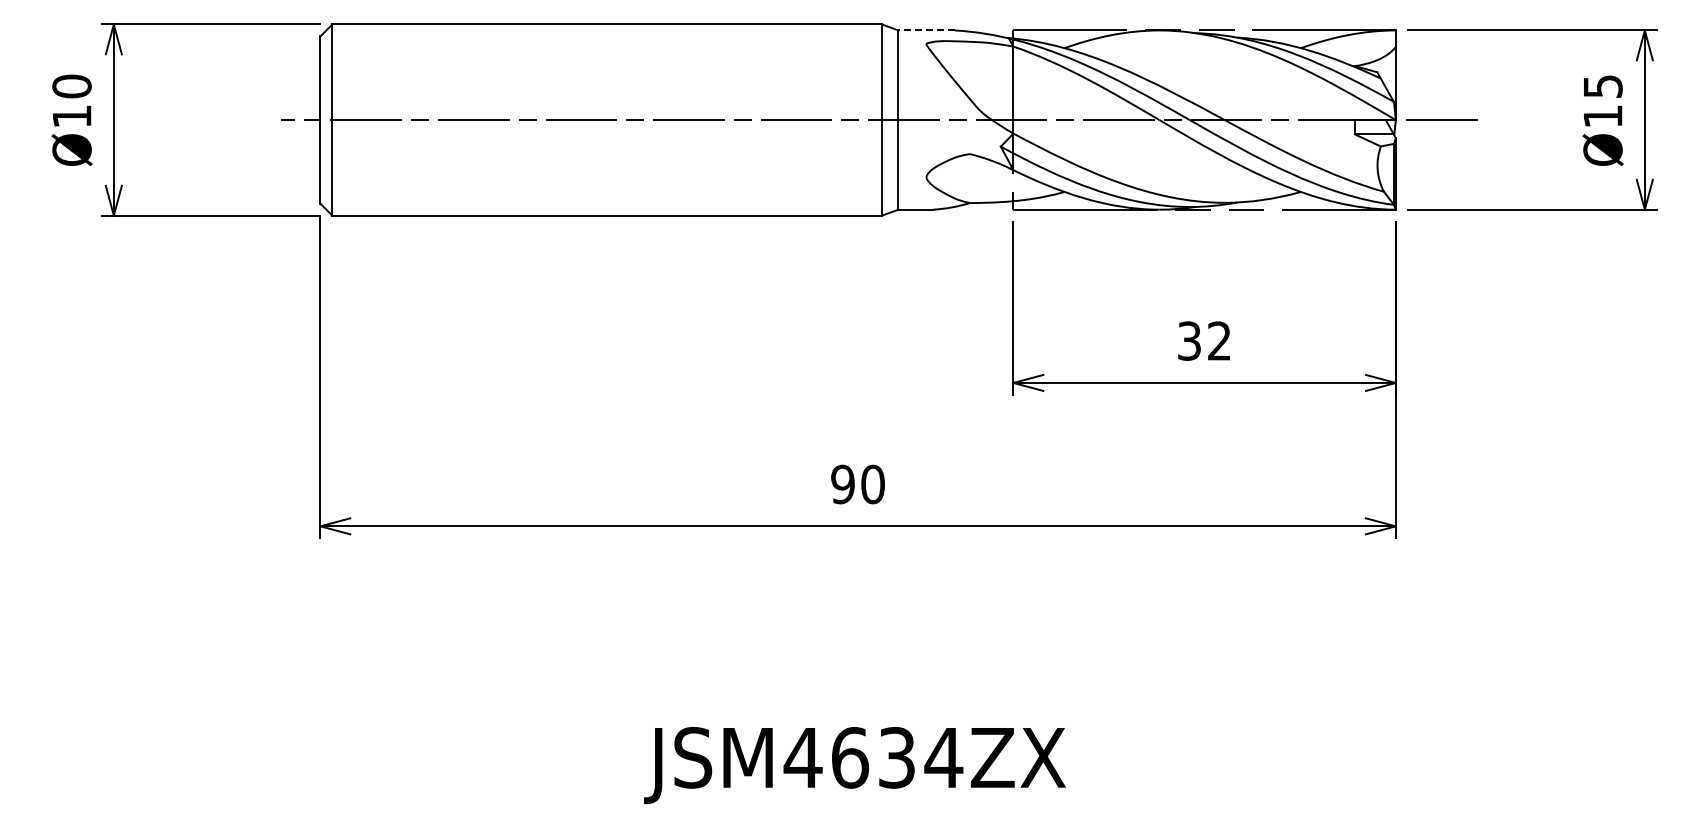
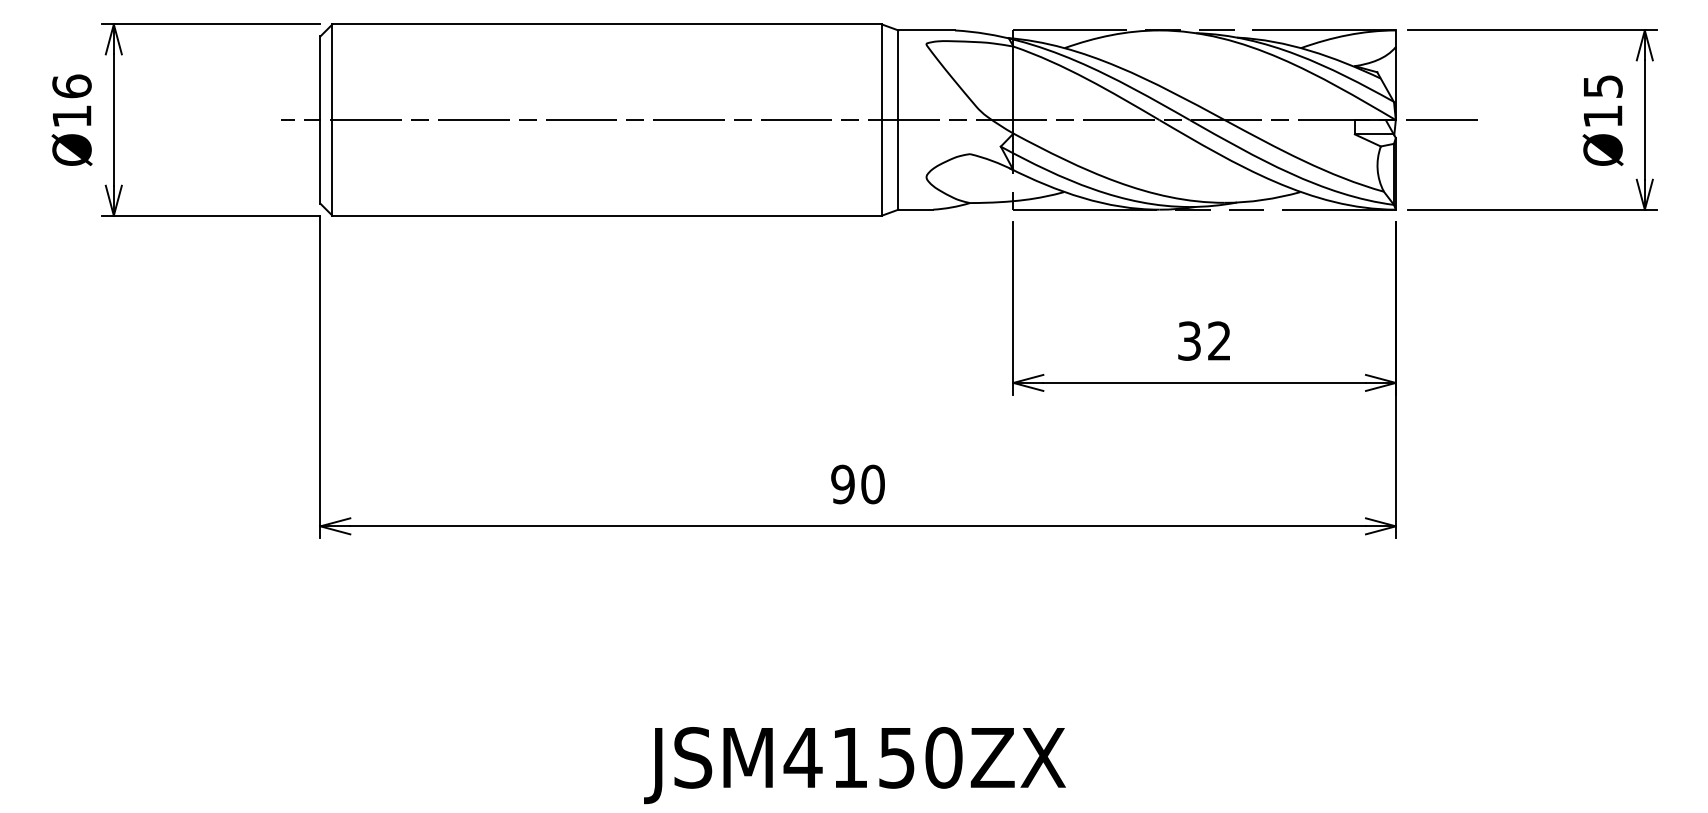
line at (926, 30): dashed -> solid
text at (71, 86): Ø10 -> Ø16
text at (897, 757): JSM4634ZX -> JSM4150ZX
